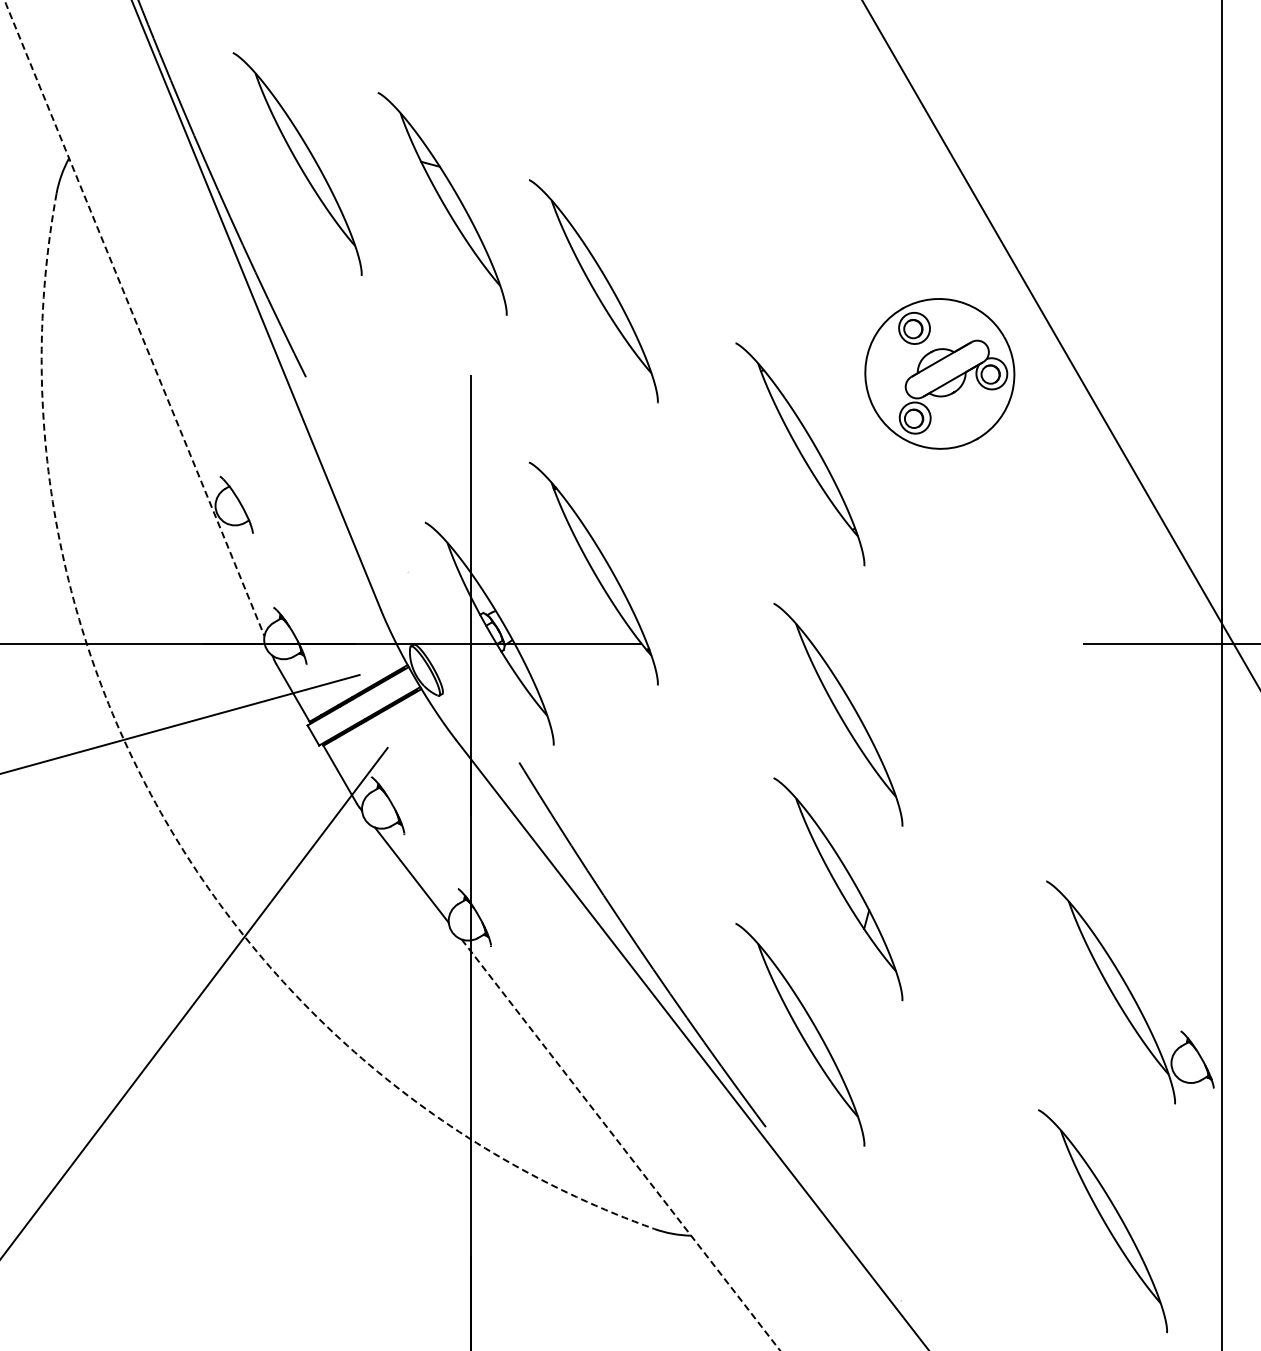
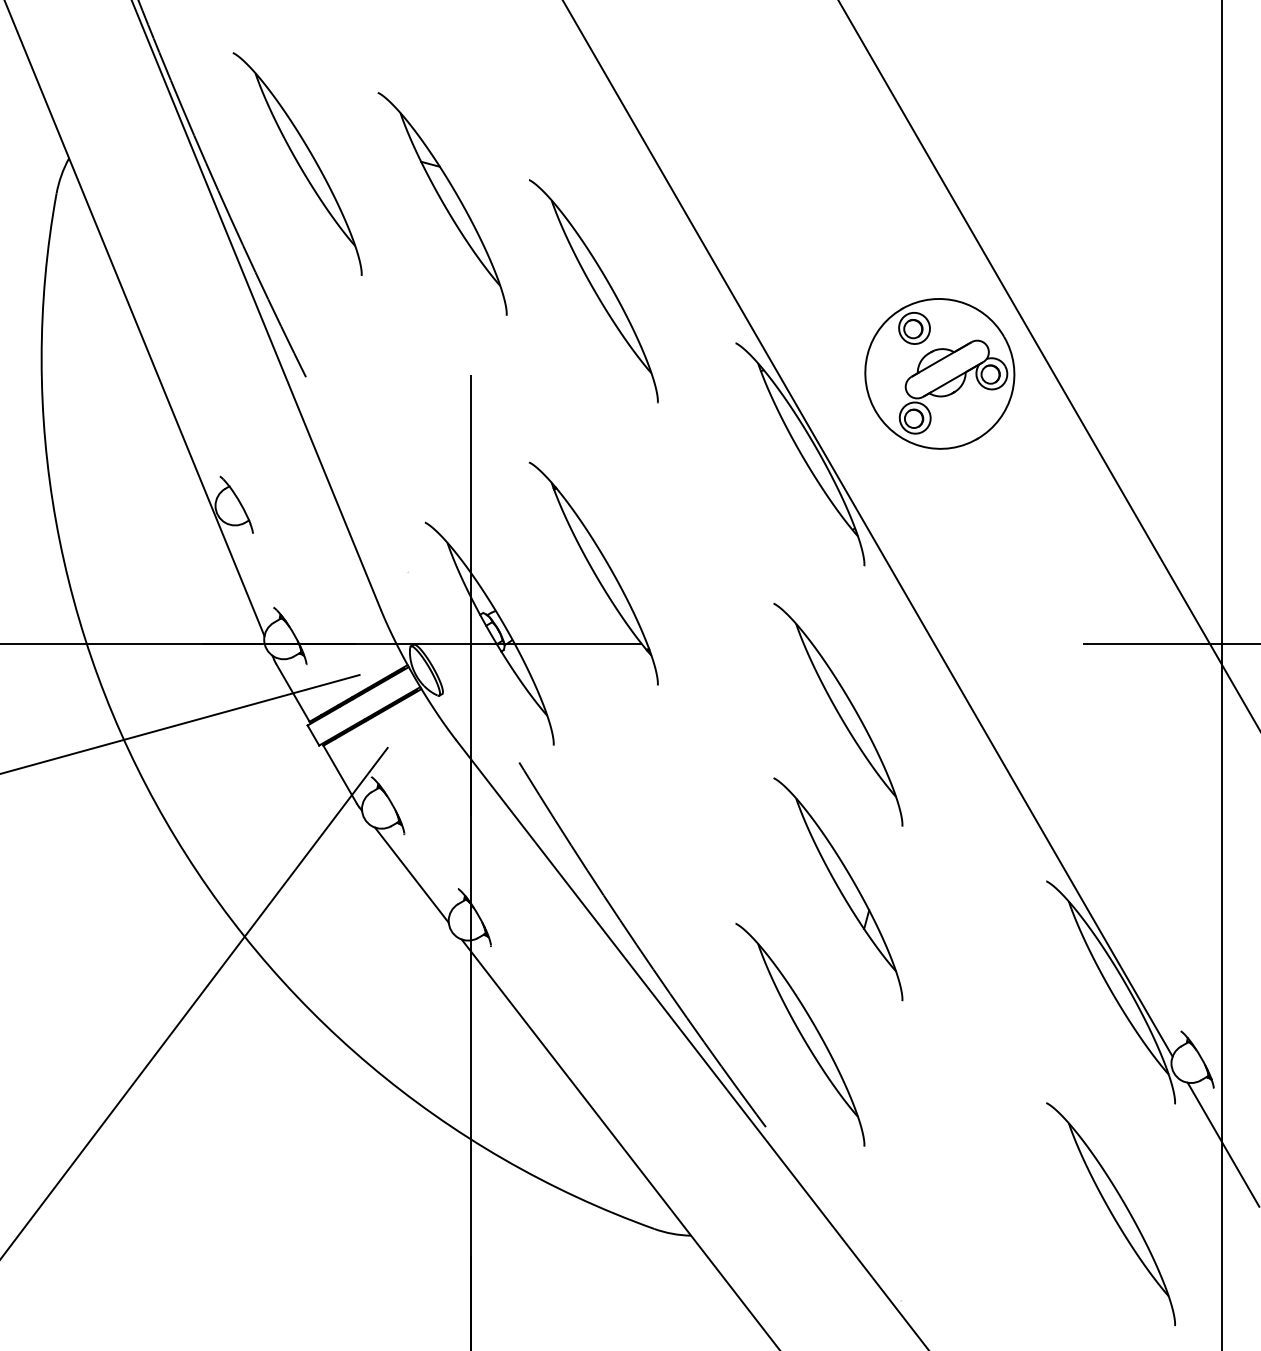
line at (134, 318): dashed -> solid
line at (1060, 343) position: (1060, 343) -> (1048, 364)
line at (867, 529): none -> present
arc at (165, 820): dashed -> solid
line at (1222, 1143): none -> present
line at (620, 1144): dashed -> solid
part at (1102, 1221) position: (1102, 1221) -> (1110, 1214)
